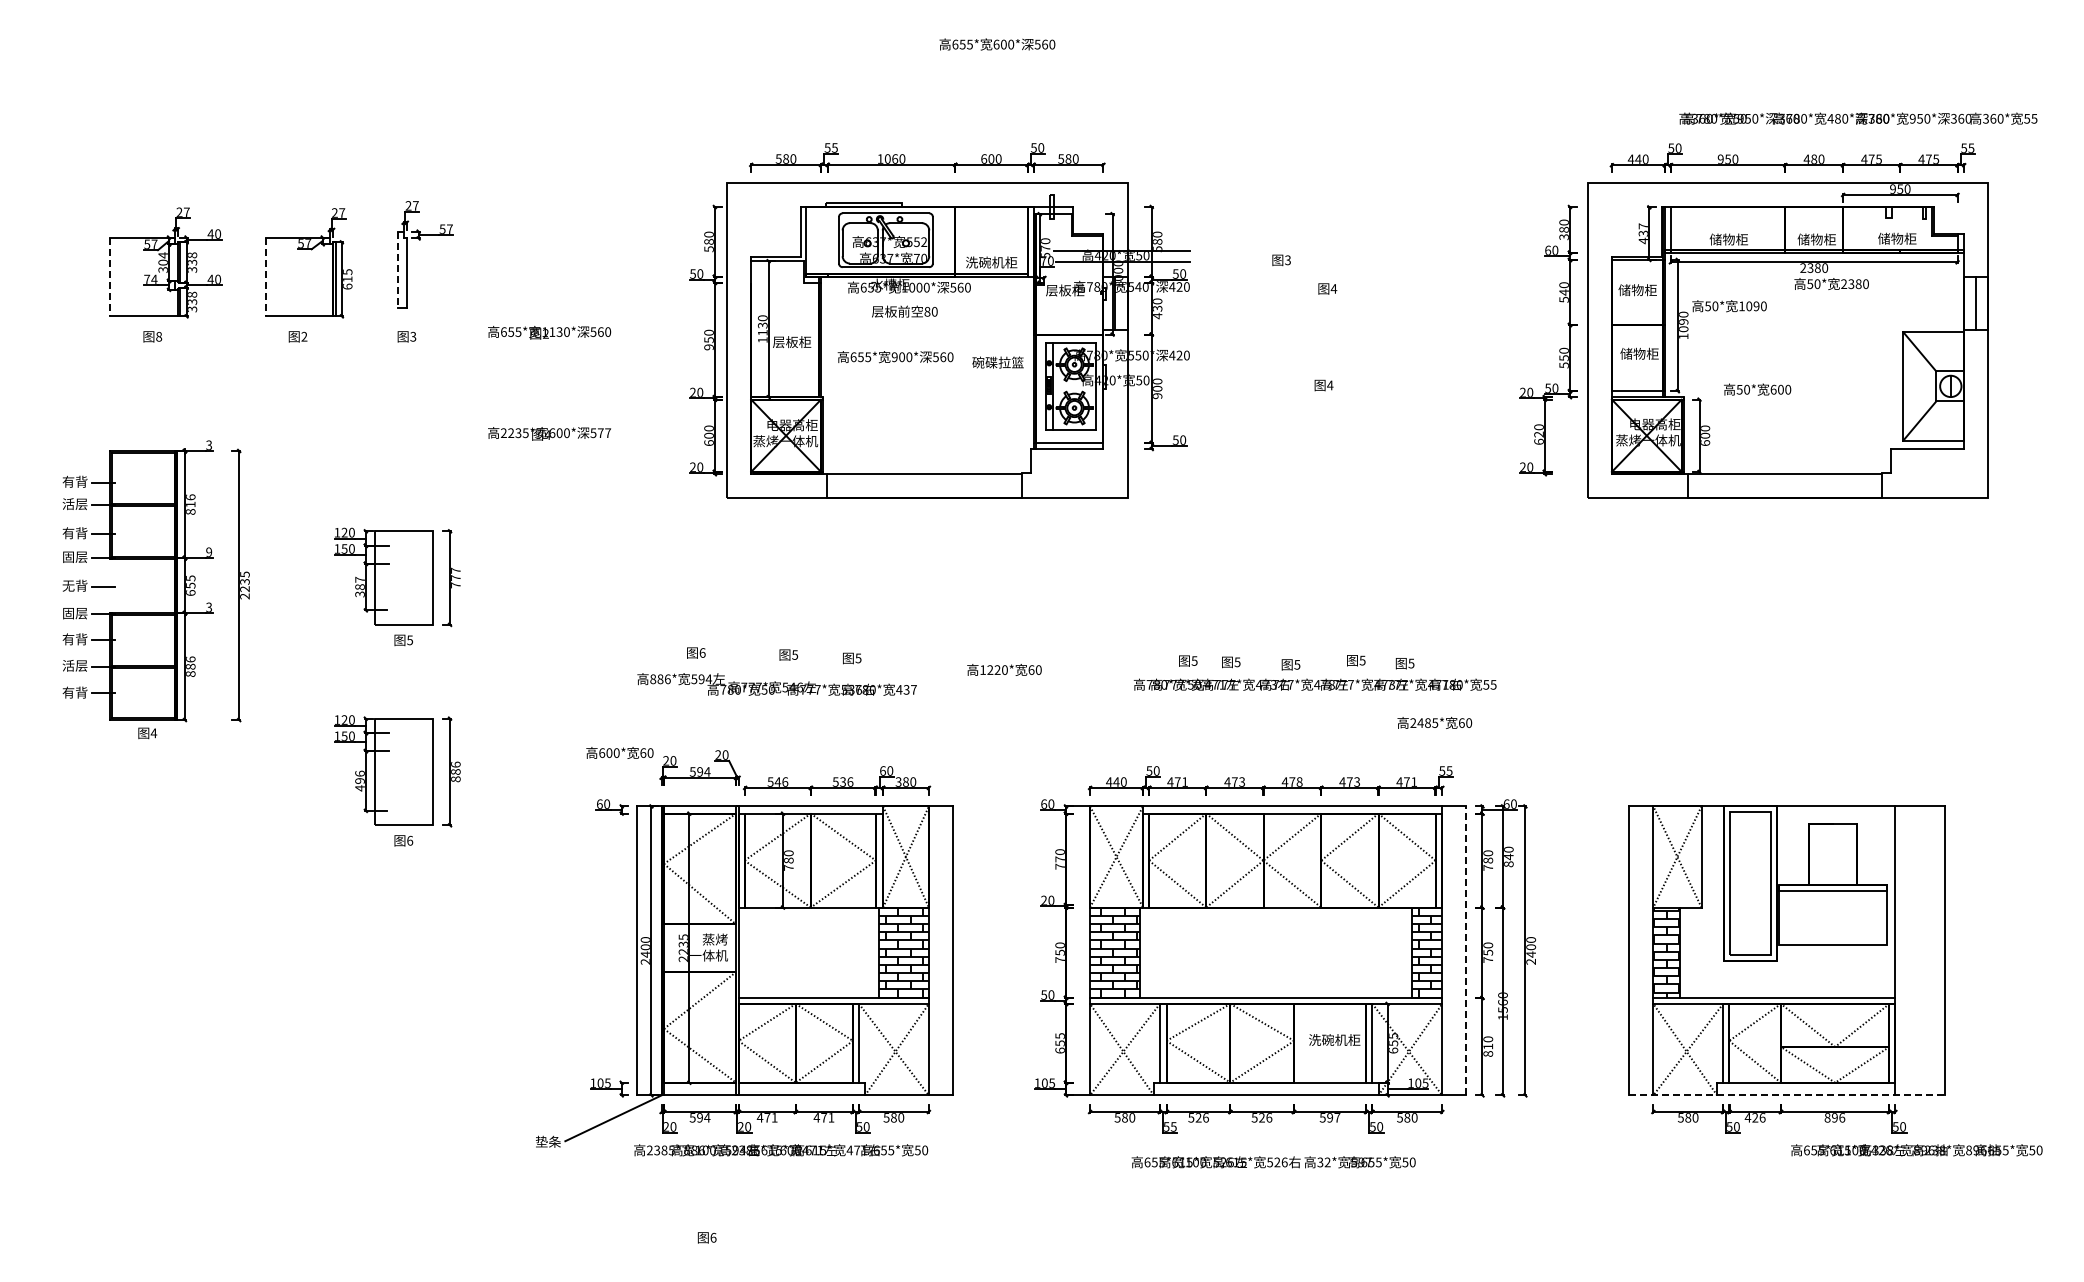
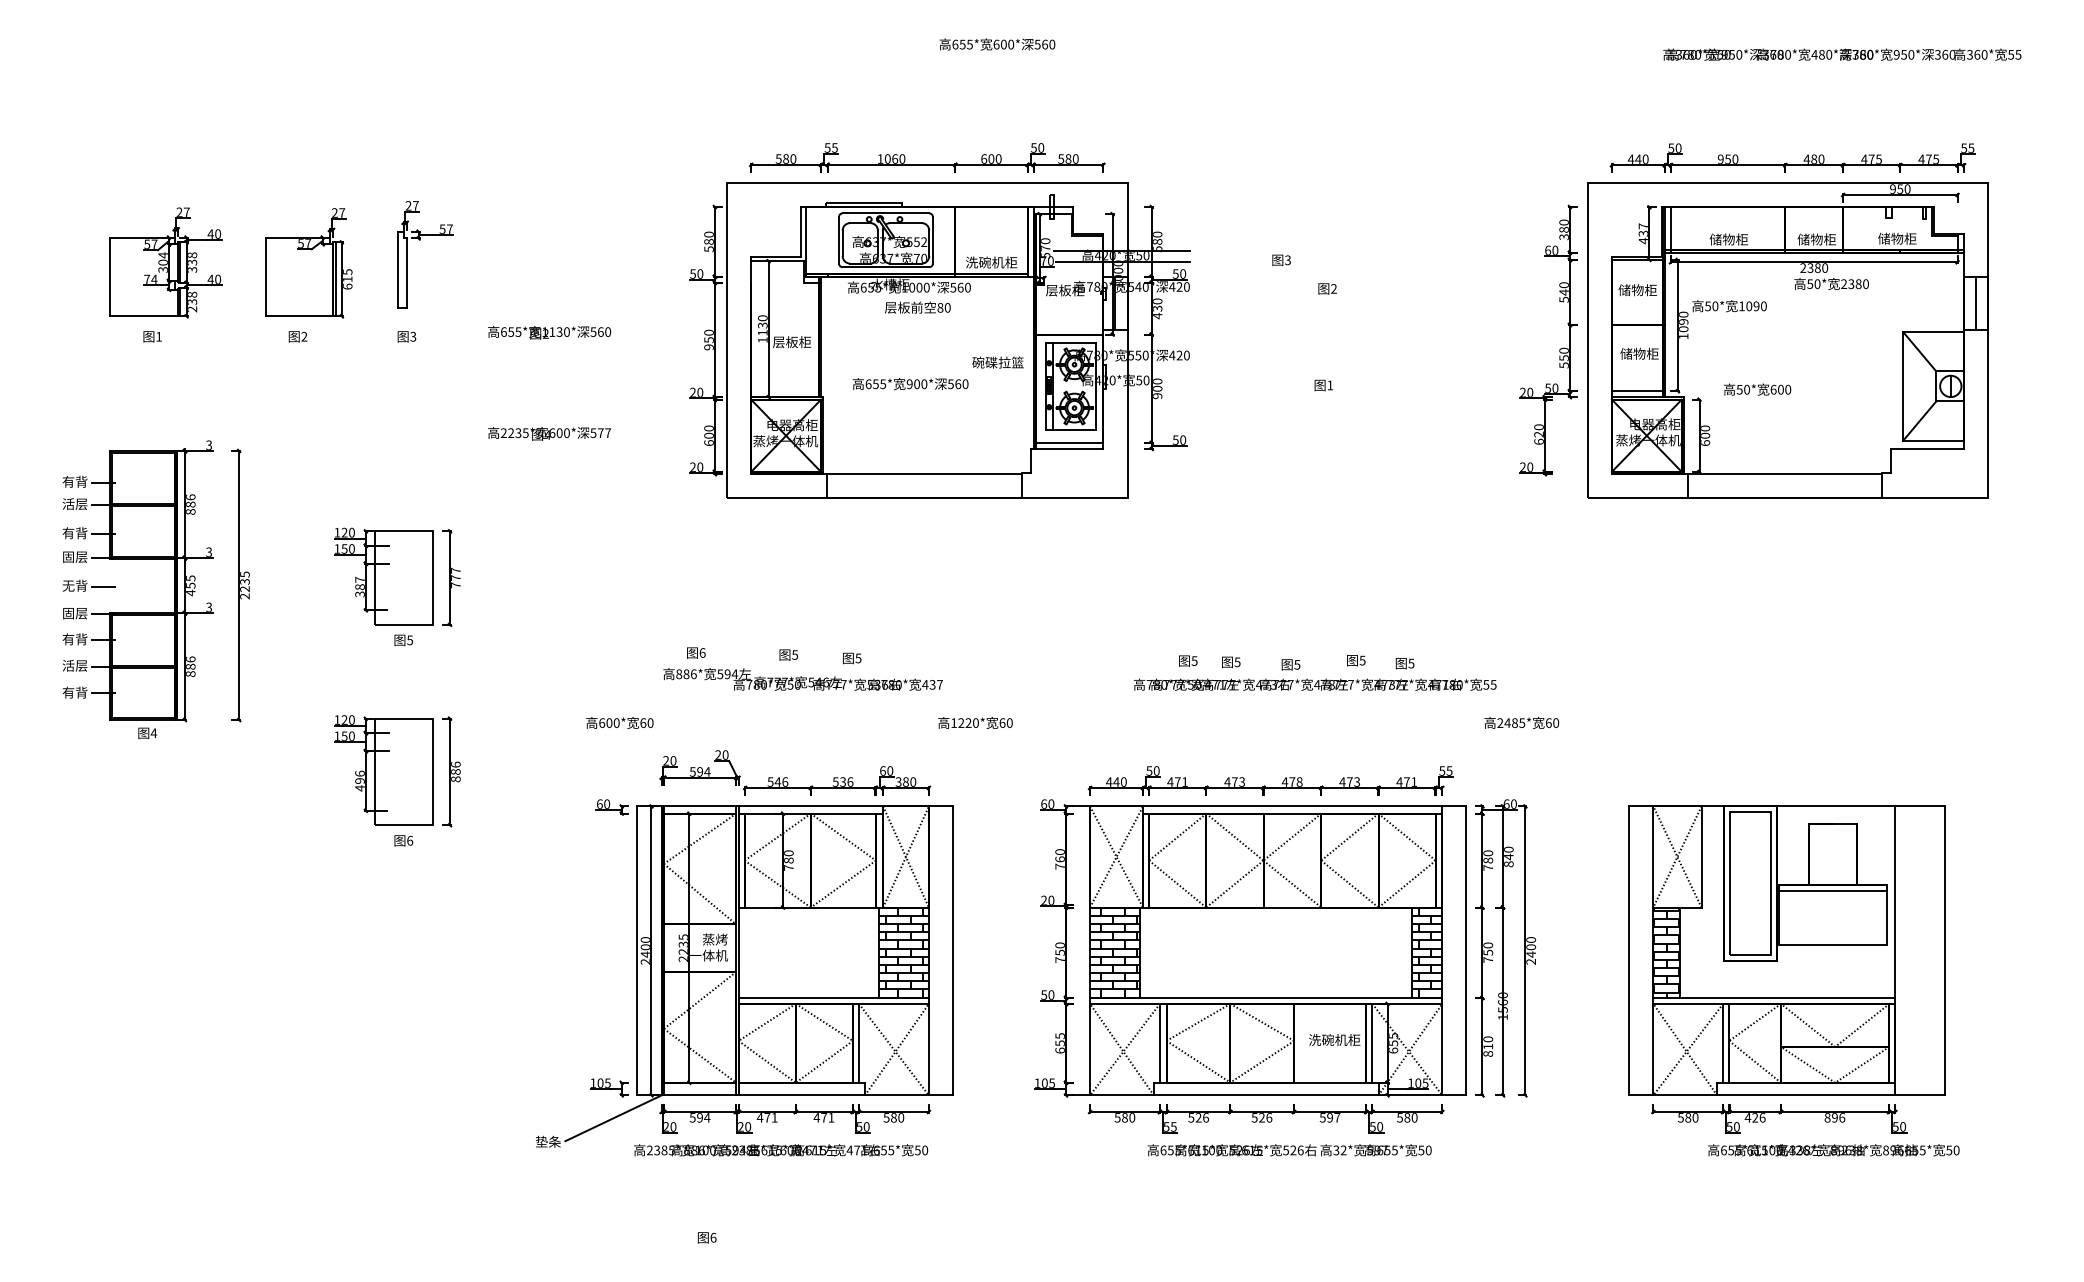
text at (1858, 118) position: (1858, 118) -> (1842, 54)
line at (398, 270): dashed -> solid
line at (110, 277): dashed -> solid
line at (265, 277): dashed -> solid
text at (1333, 288): 4 -> 2
text at (192, 309): 338 -> 238
text at (904, 311) position: (904, 311) -> (917, 307)
text at (159, 336): 8 -> 1
text at (895, 357) position: (895, 357) -> (910, 384)
text at (1330, 385): 4 -> 1
text at (190, 504): 816 -> 886
text at (209, 551): 9 -> 3
text at (190, 592): 655 -> 455
text at (1004, 669) position: (1004, 669) -> (975, 722)
text at (776, 684) position: (776, 684) -> (802, 679)
text at (1434, 722) position: (1434, 722) -> (1521, 722)
text at (619, 752) position: (619, 752) -> (619, 722)
text at (1059, 859): 770 -> 760
line at (1466, 950): dashed -> solid
line at (1787, 1095): dashed -> solid
text at (1916, 1150) position: (1916, 1150) -> (1833, 1150)
text at (1273, 1162) position: (1273, 1162) -> (1289, 1150)
